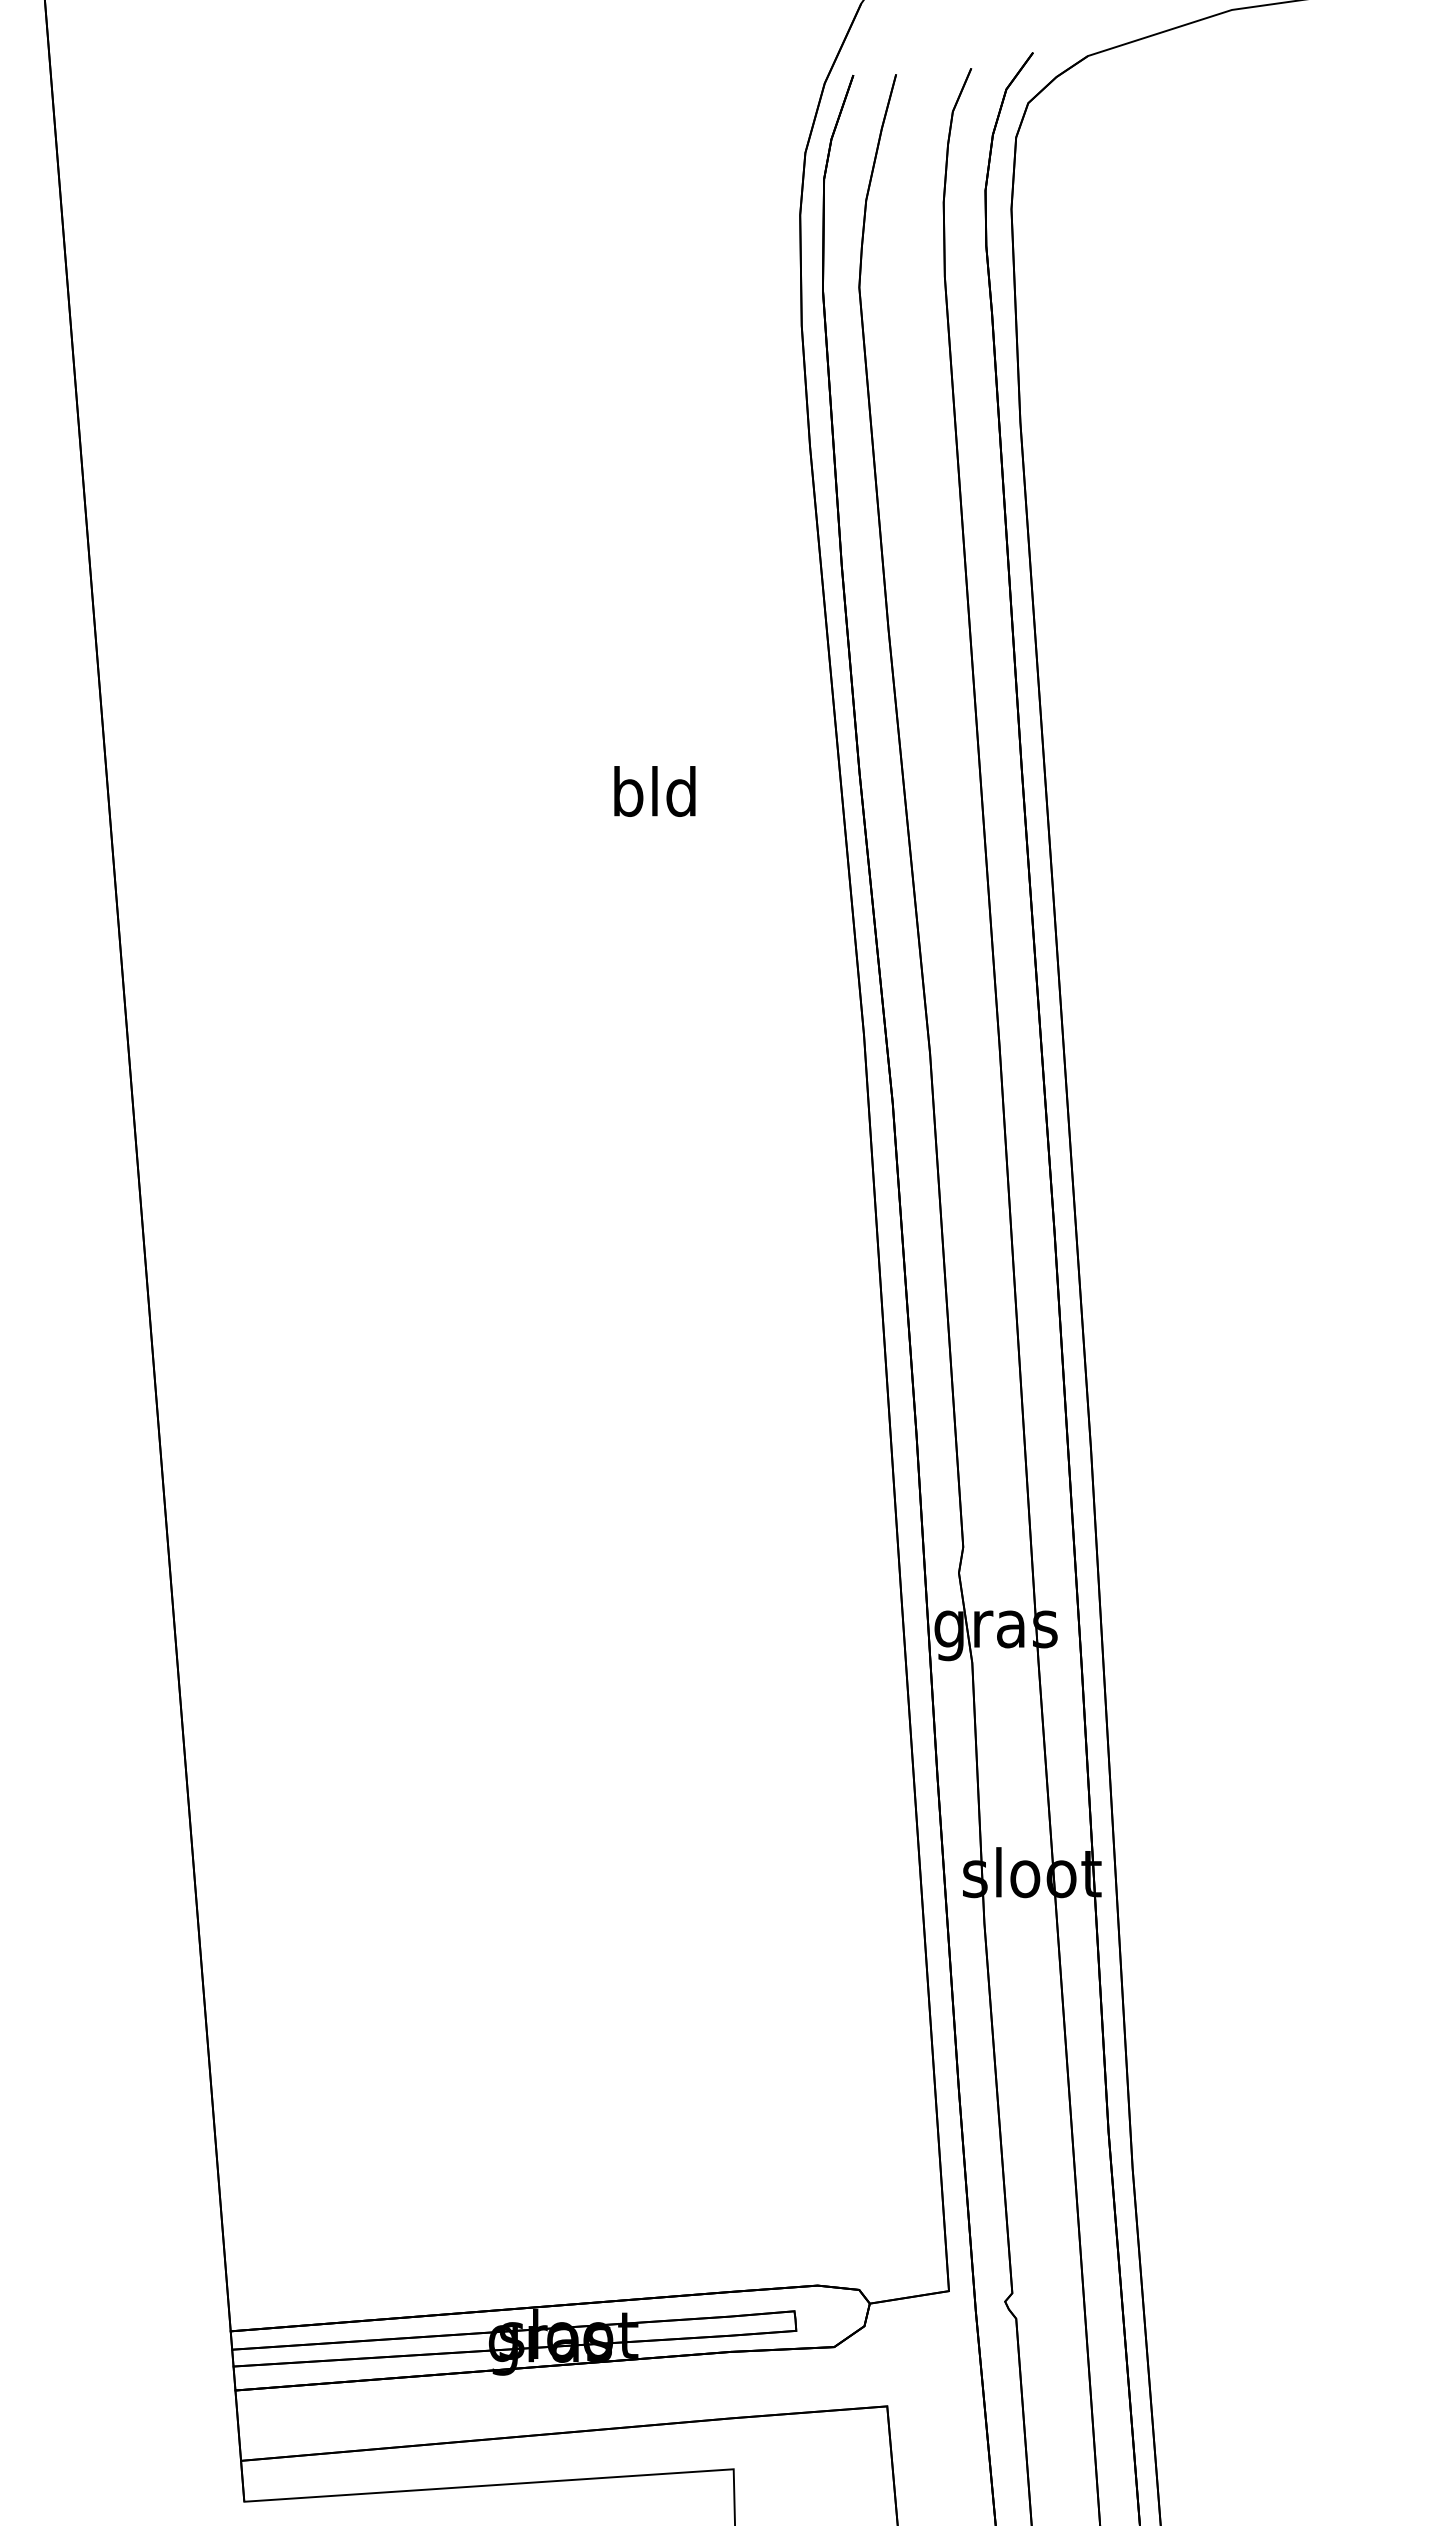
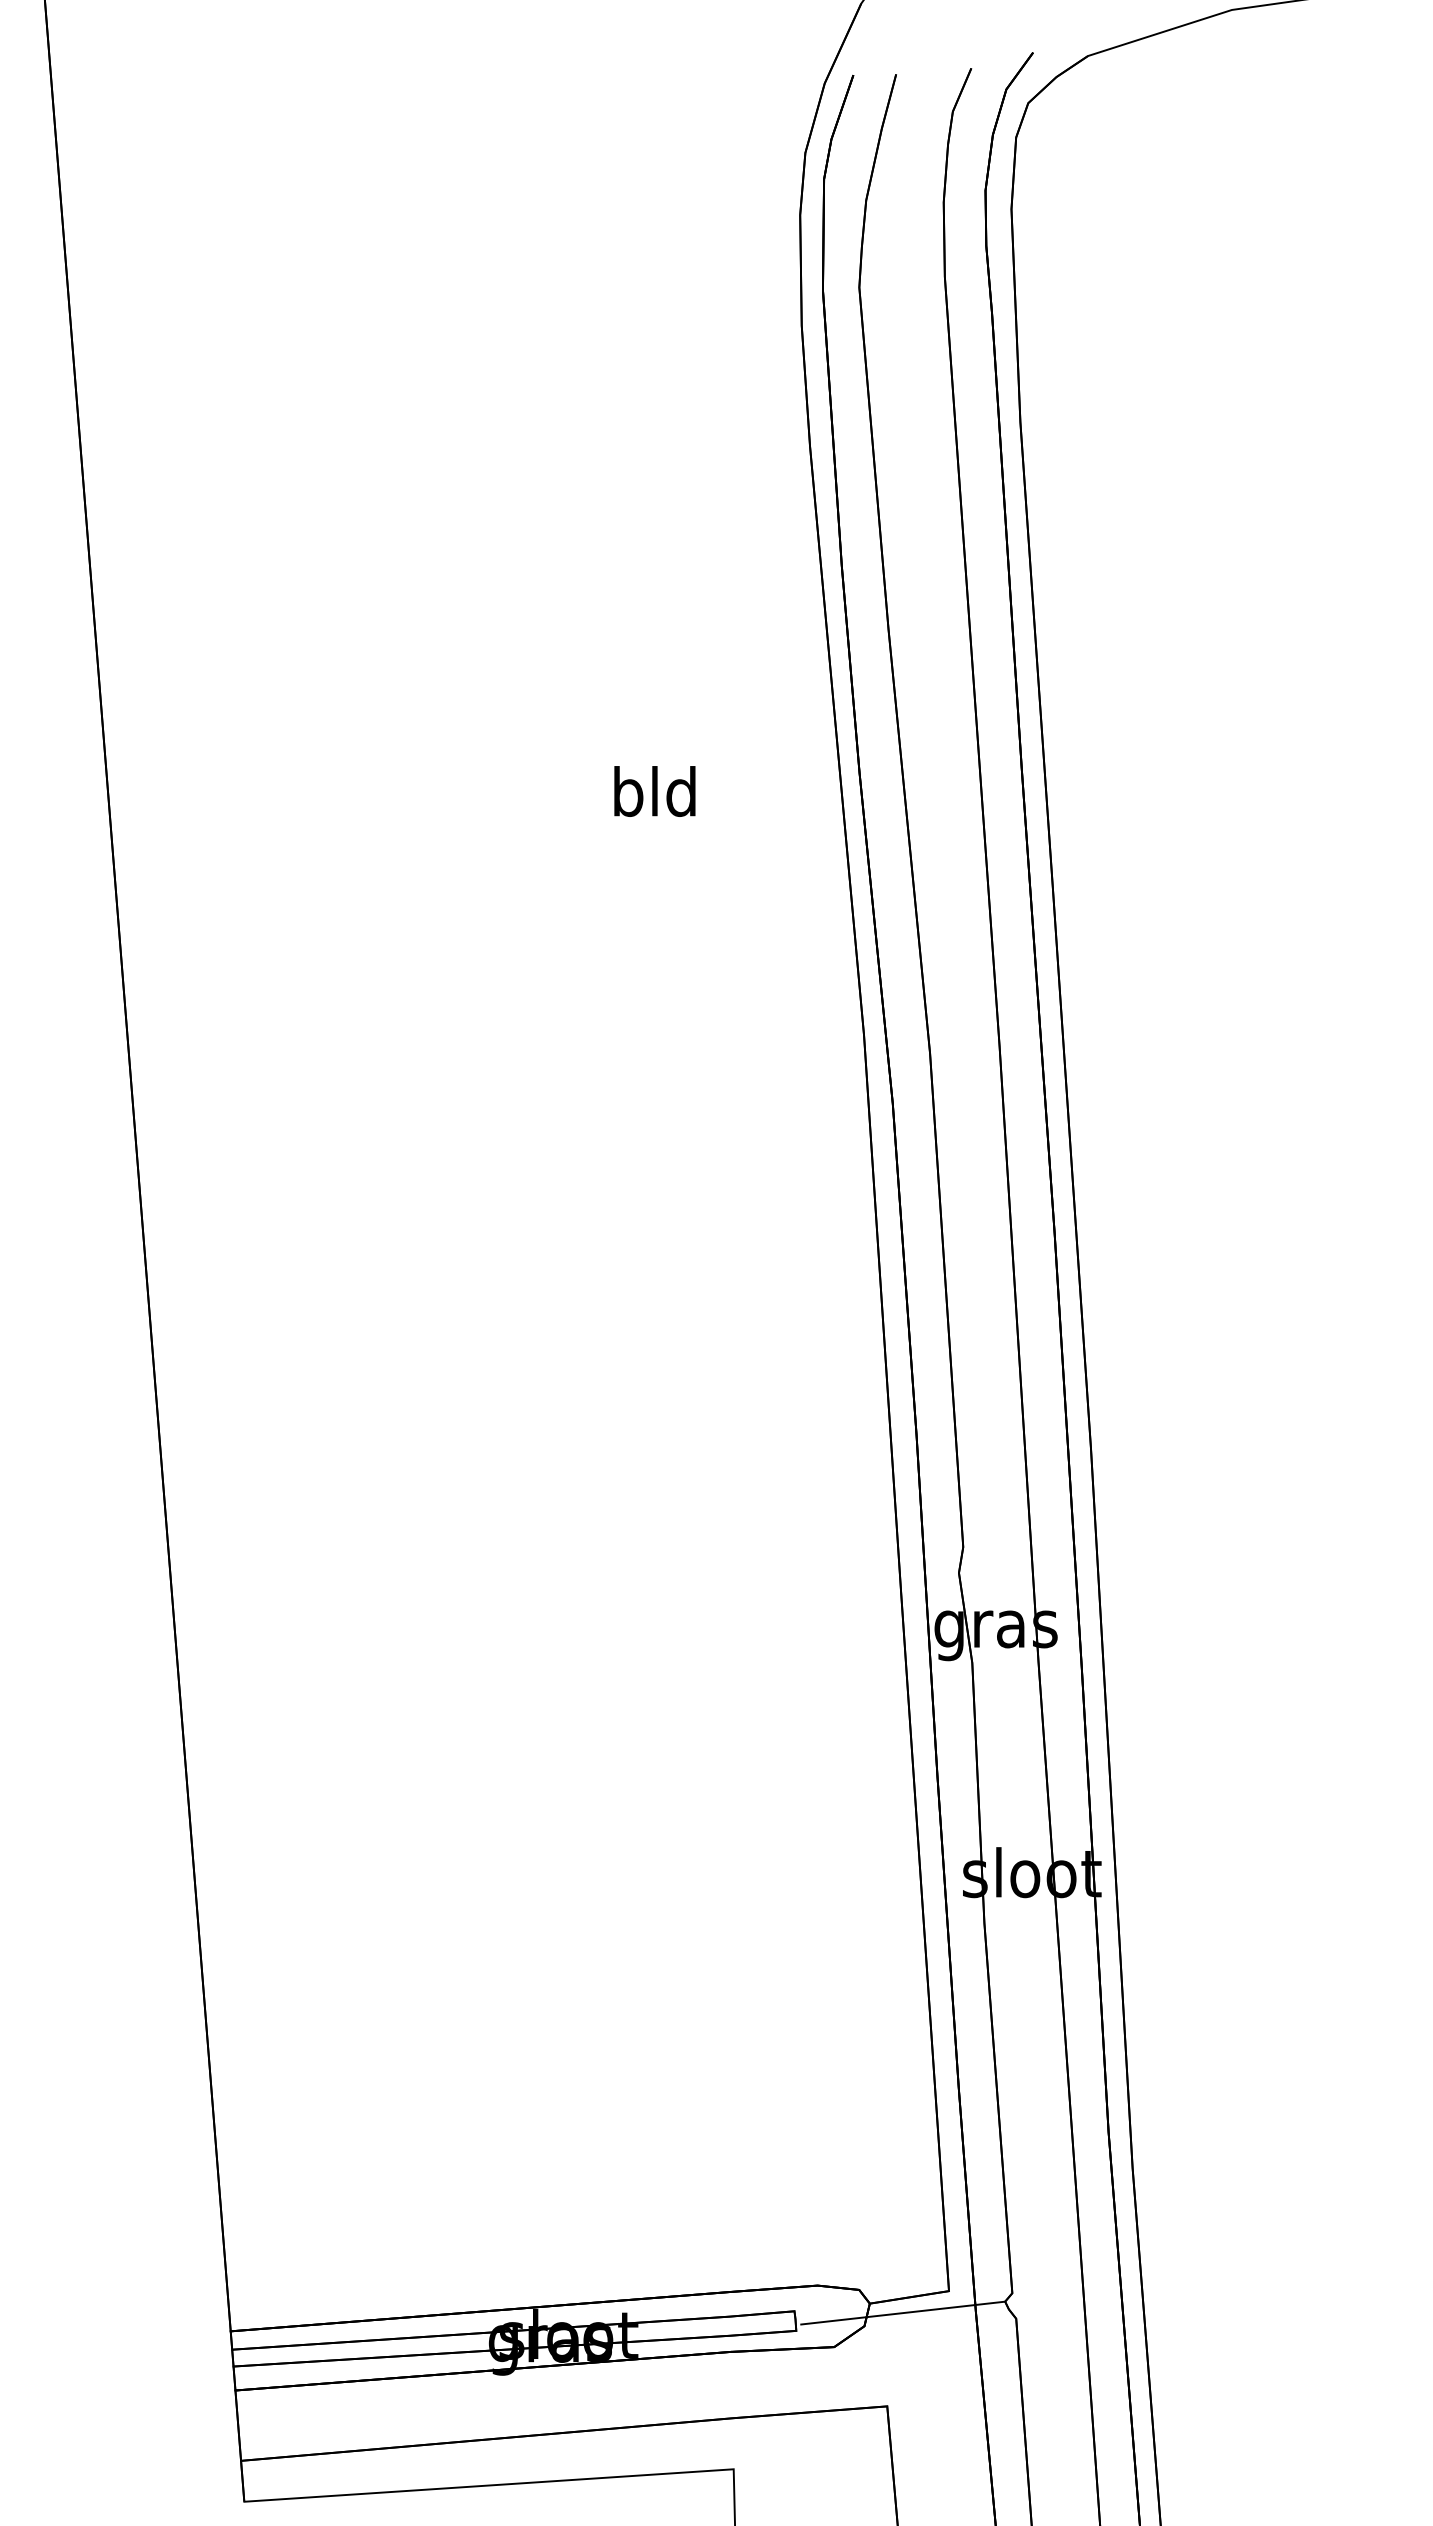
line at (903, 2312): none -> present
